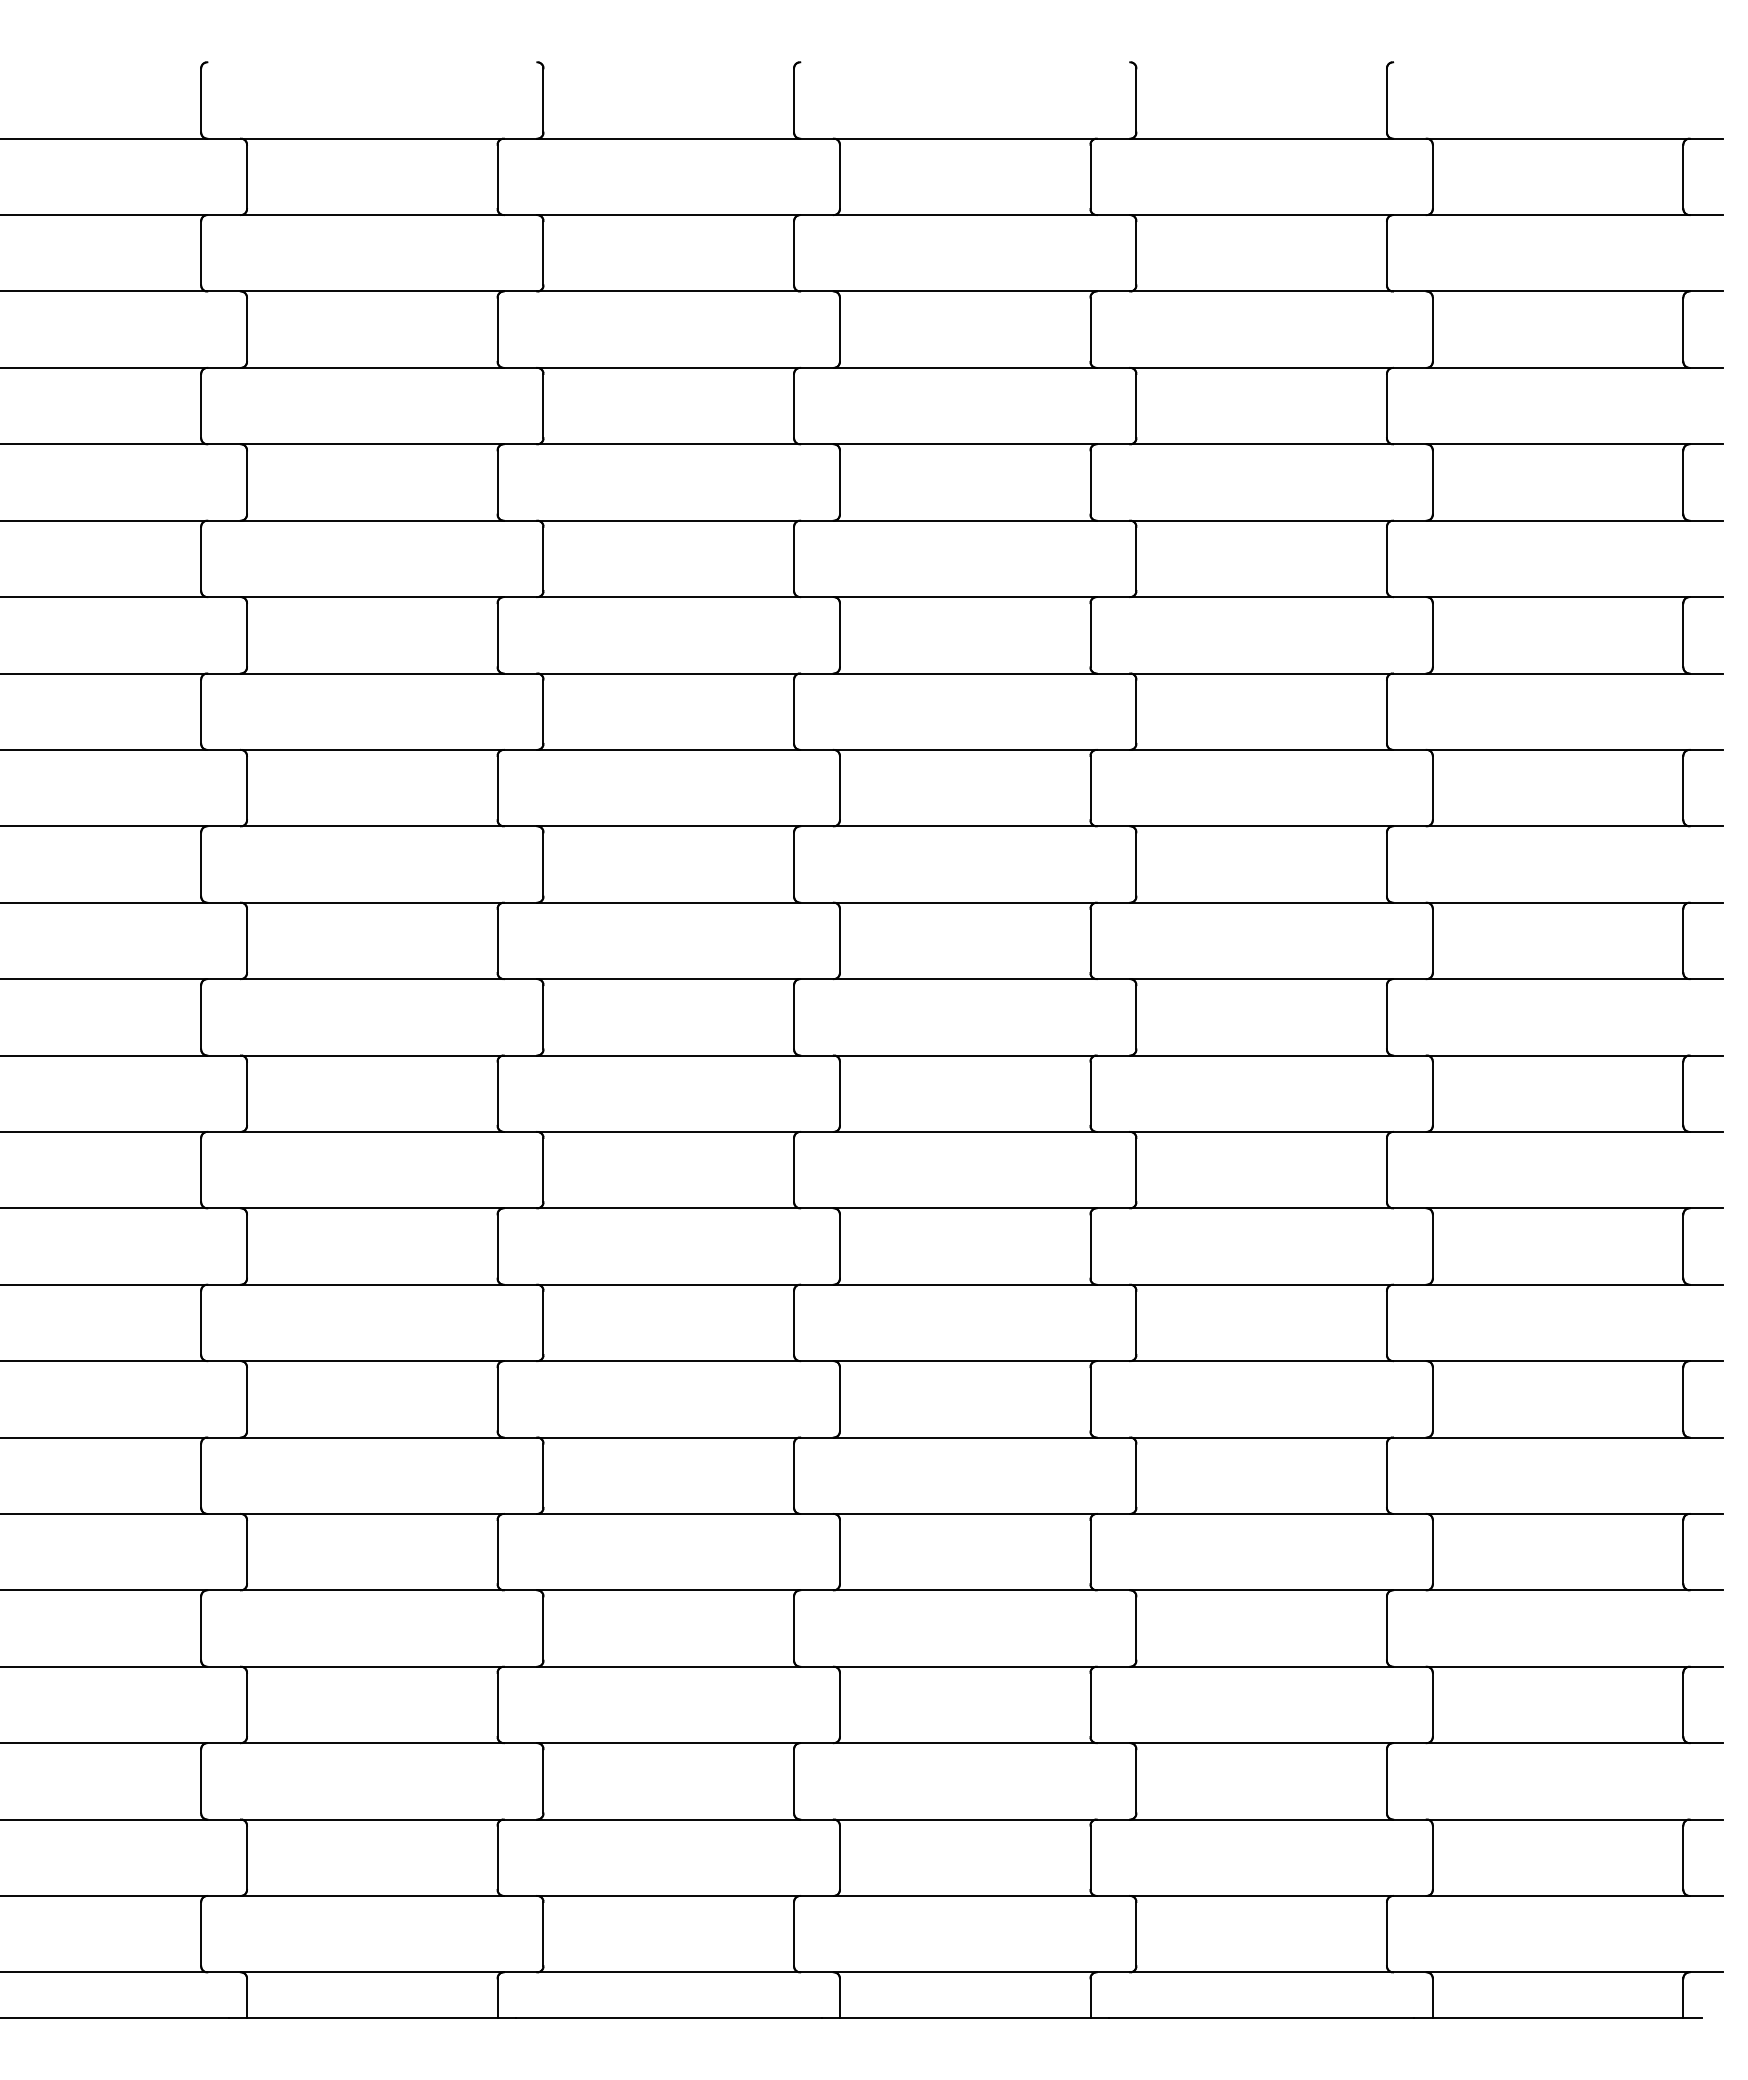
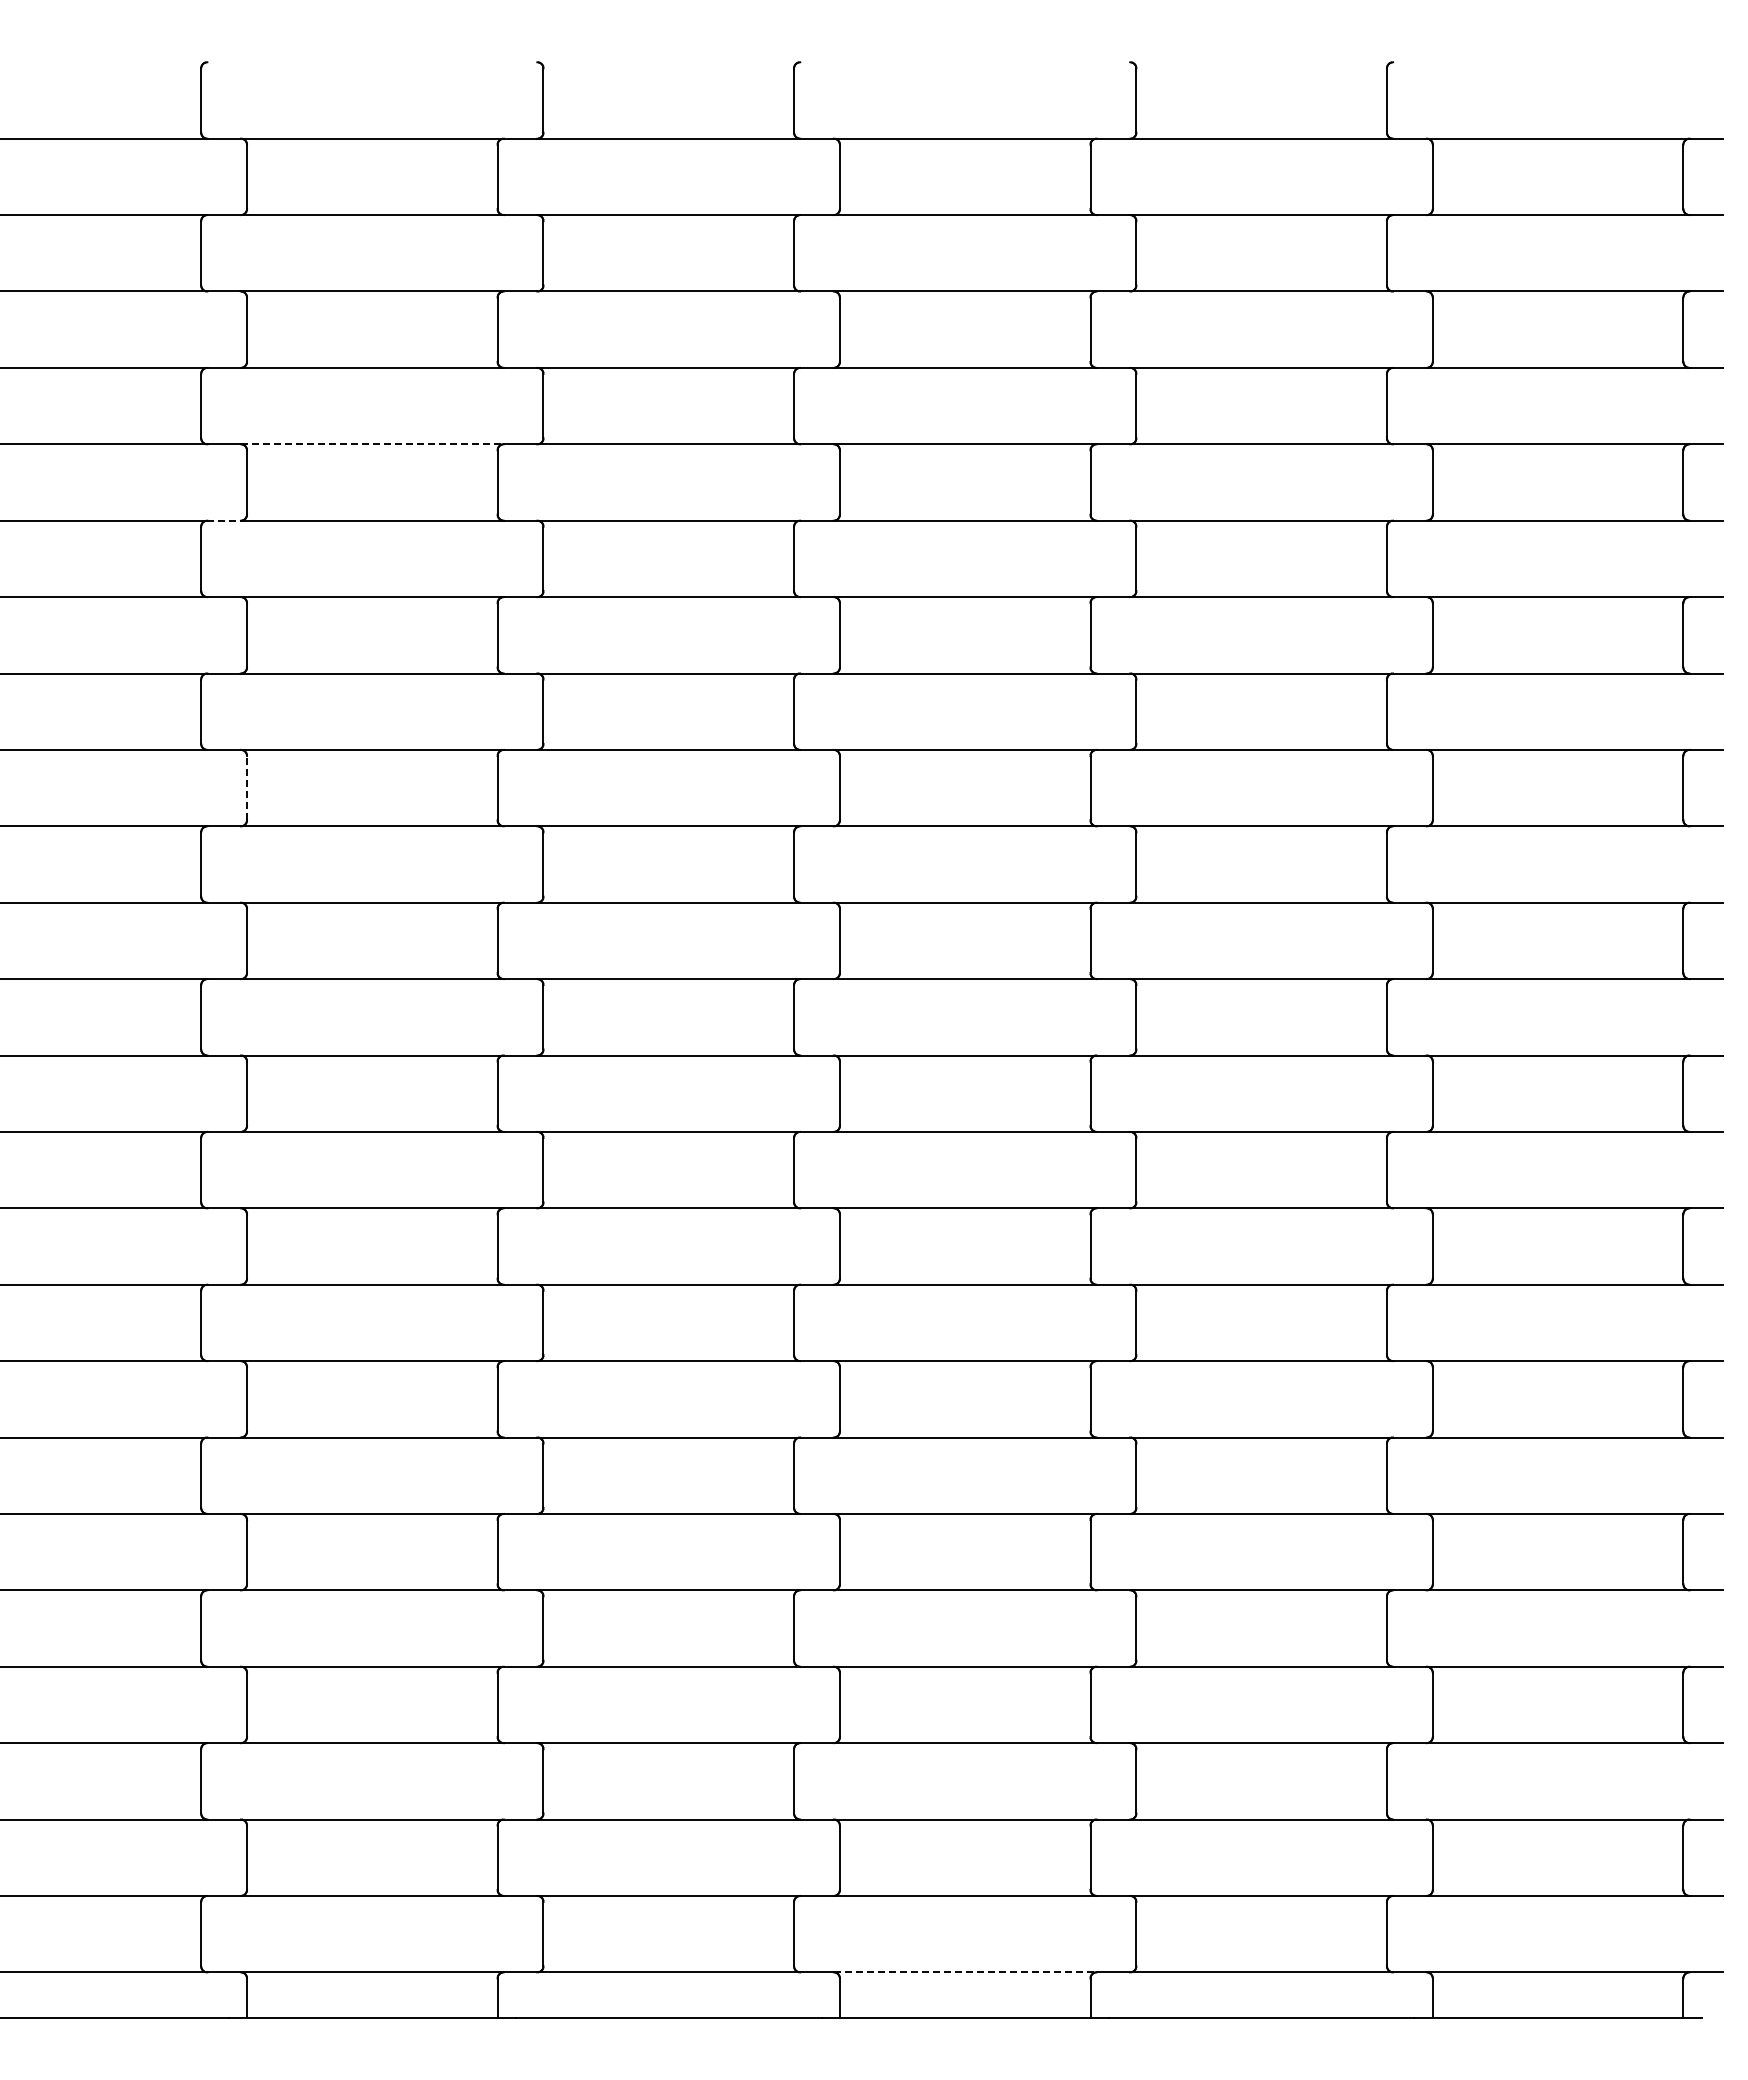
line at (372, 444): solid -> dashed
line at (224, 520): solid -> dashed
line at (247, 787): solid -> dashed
line at (965, 1972): solid -> dashed
